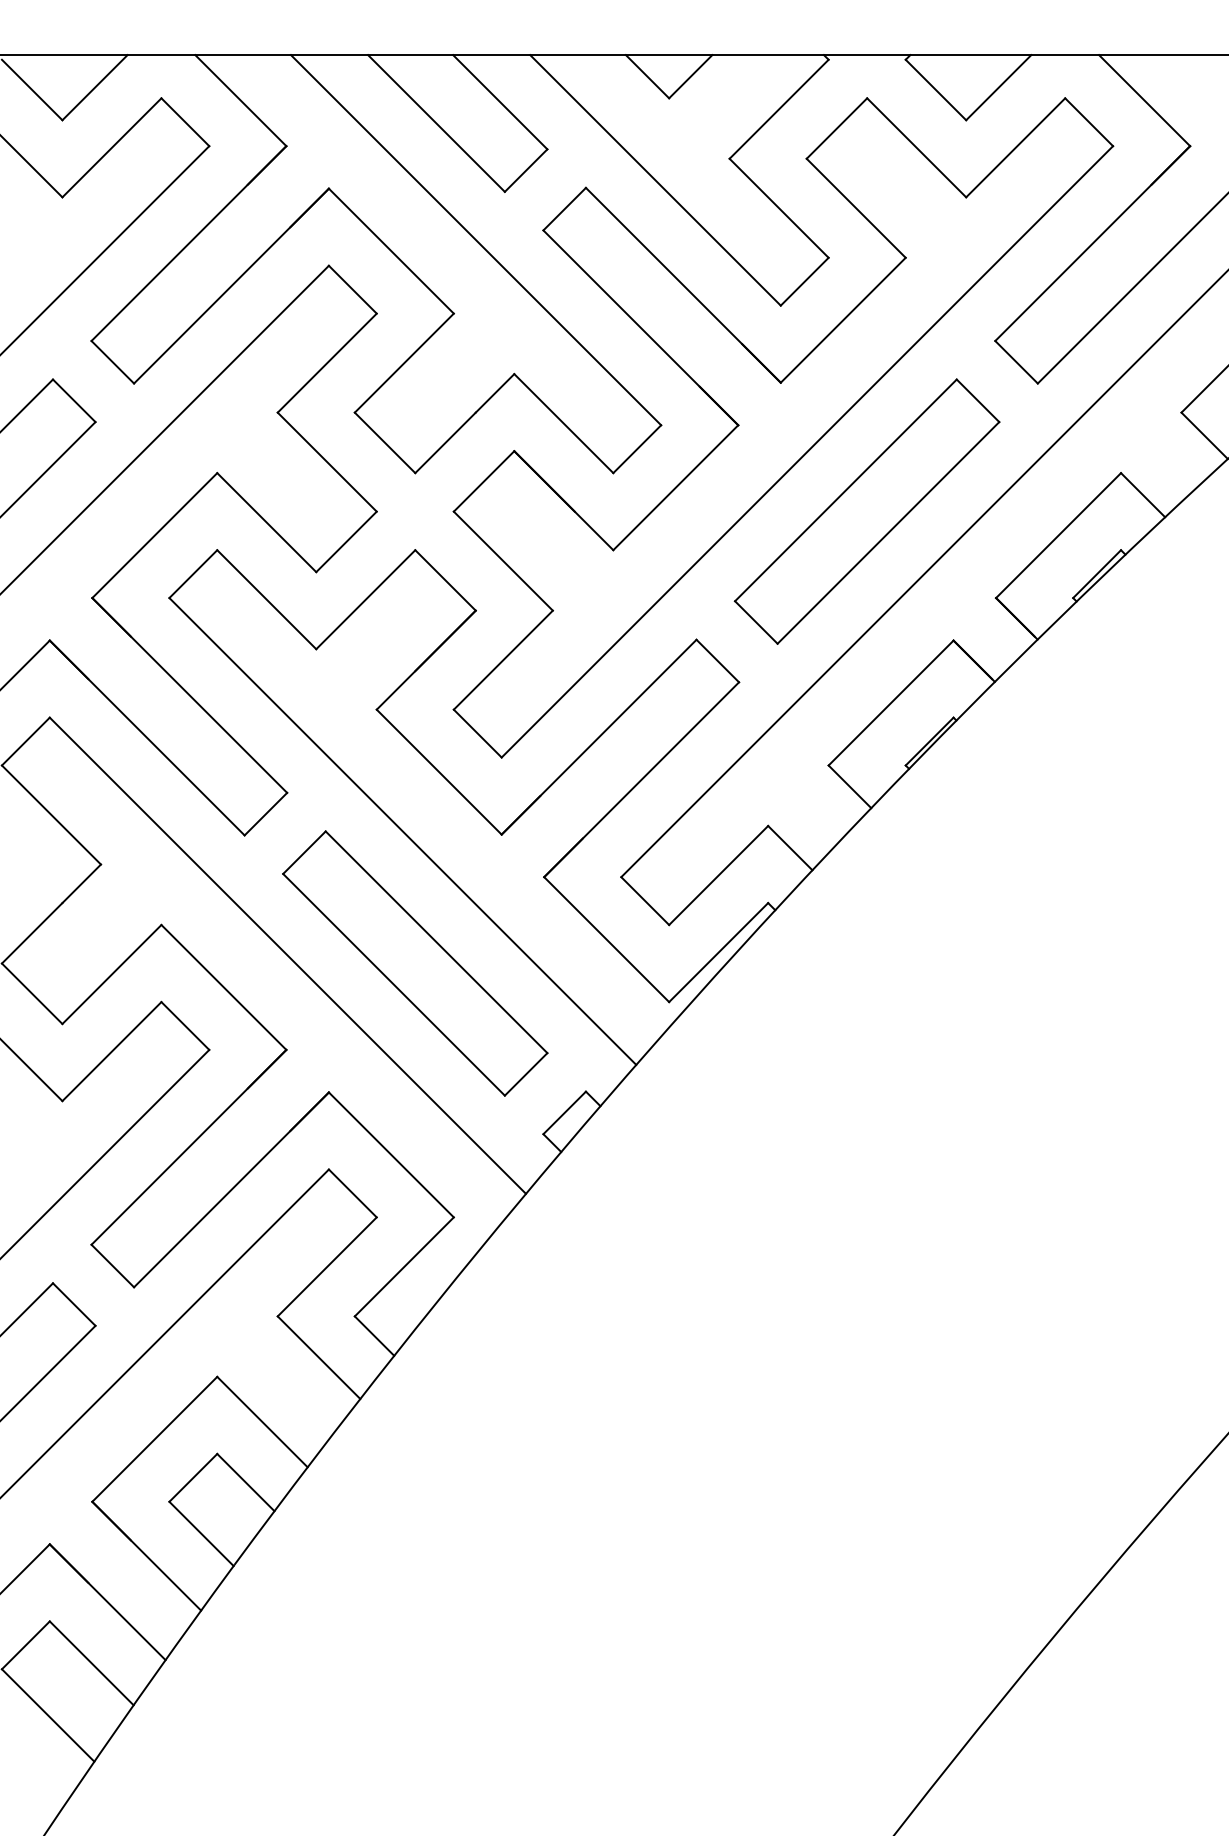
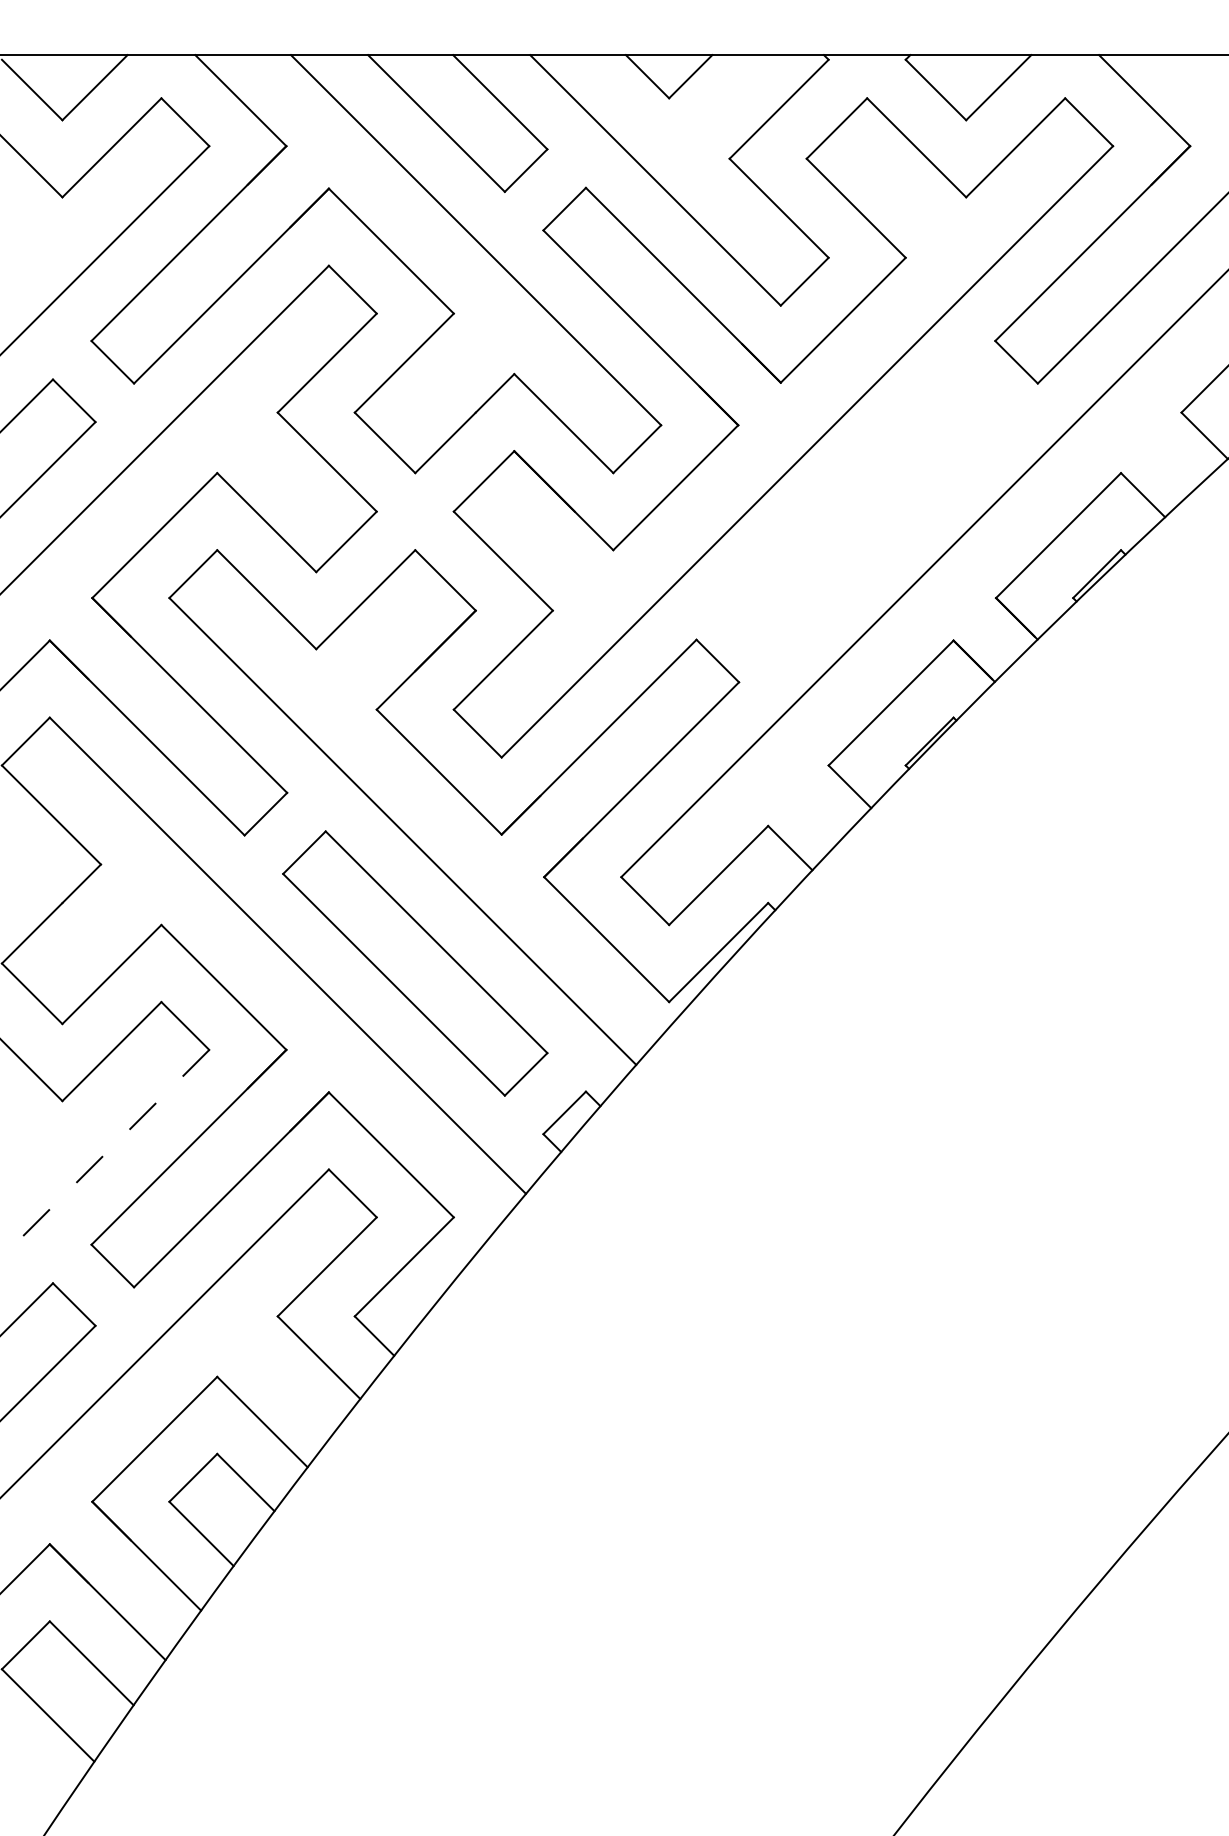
part at (866, 511): present -> none
line at (104, 1154): solid -> dashed
